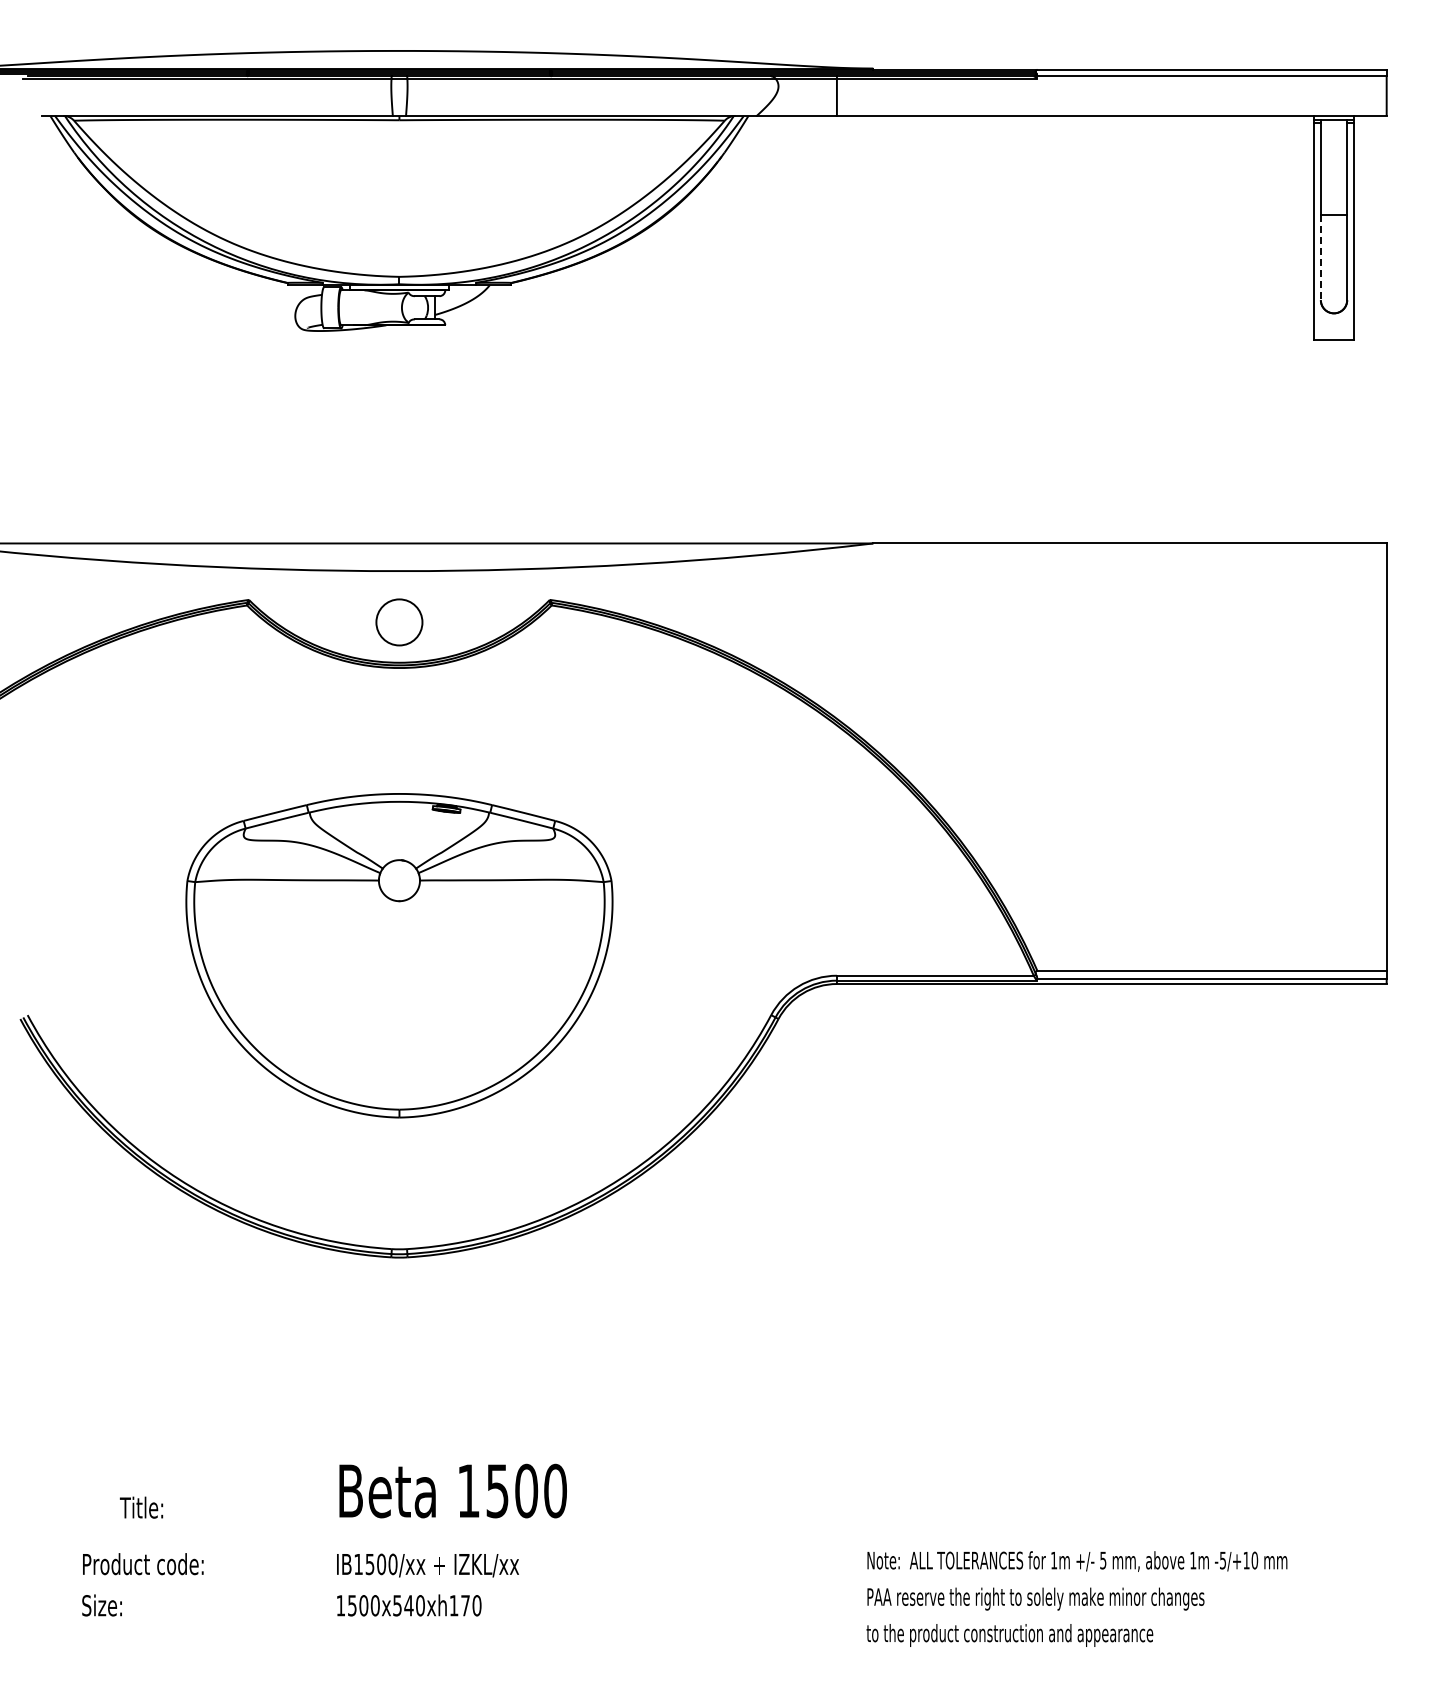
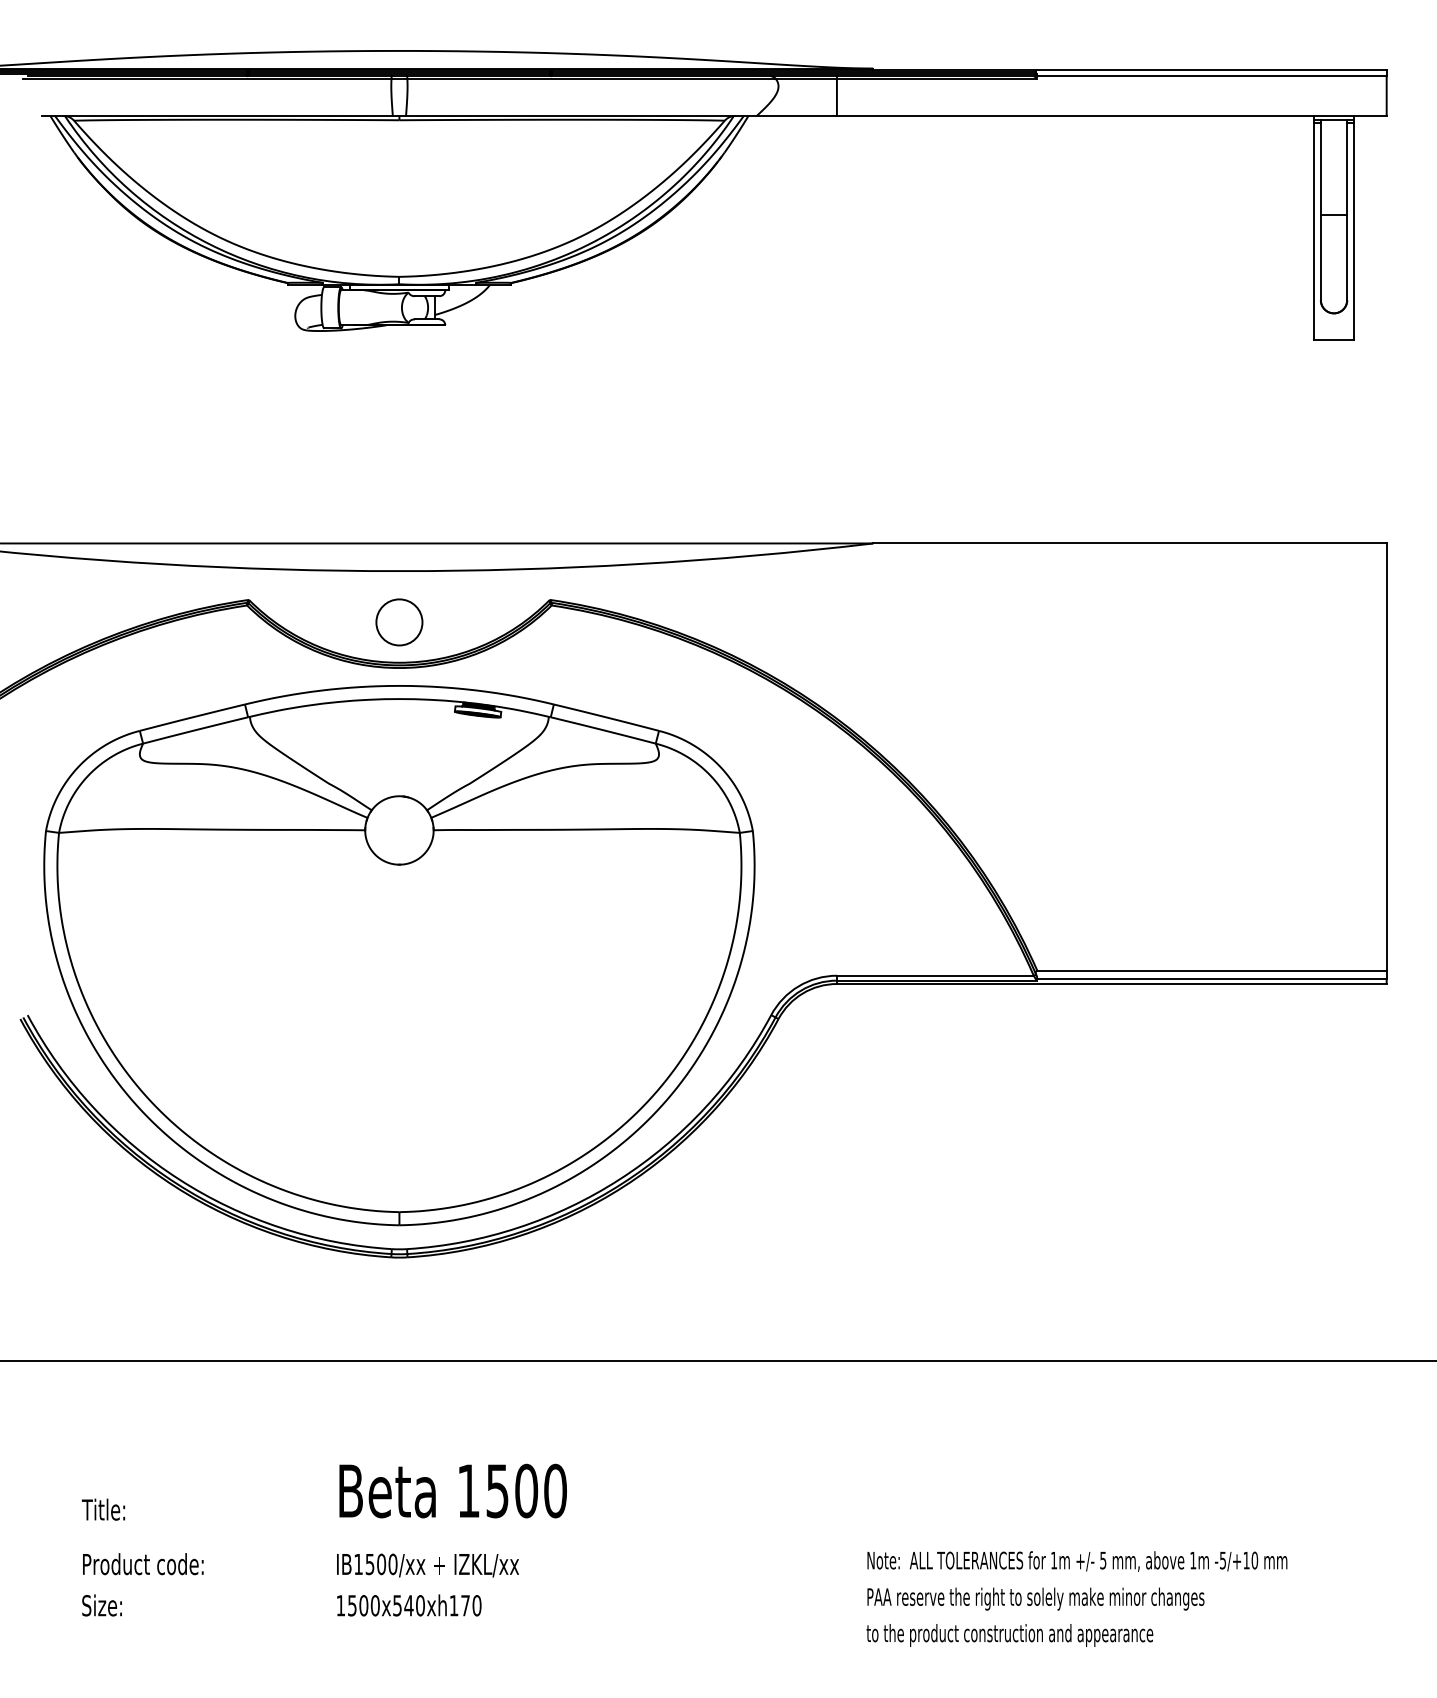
line at (1320, 257): dashed -> solid
part at (399, 955) size: 429x326 px -> 713x542 px
line at (717, 1360): none -> present
text at (141, 1507) position: (141, 1507) -> (103, 1509)
